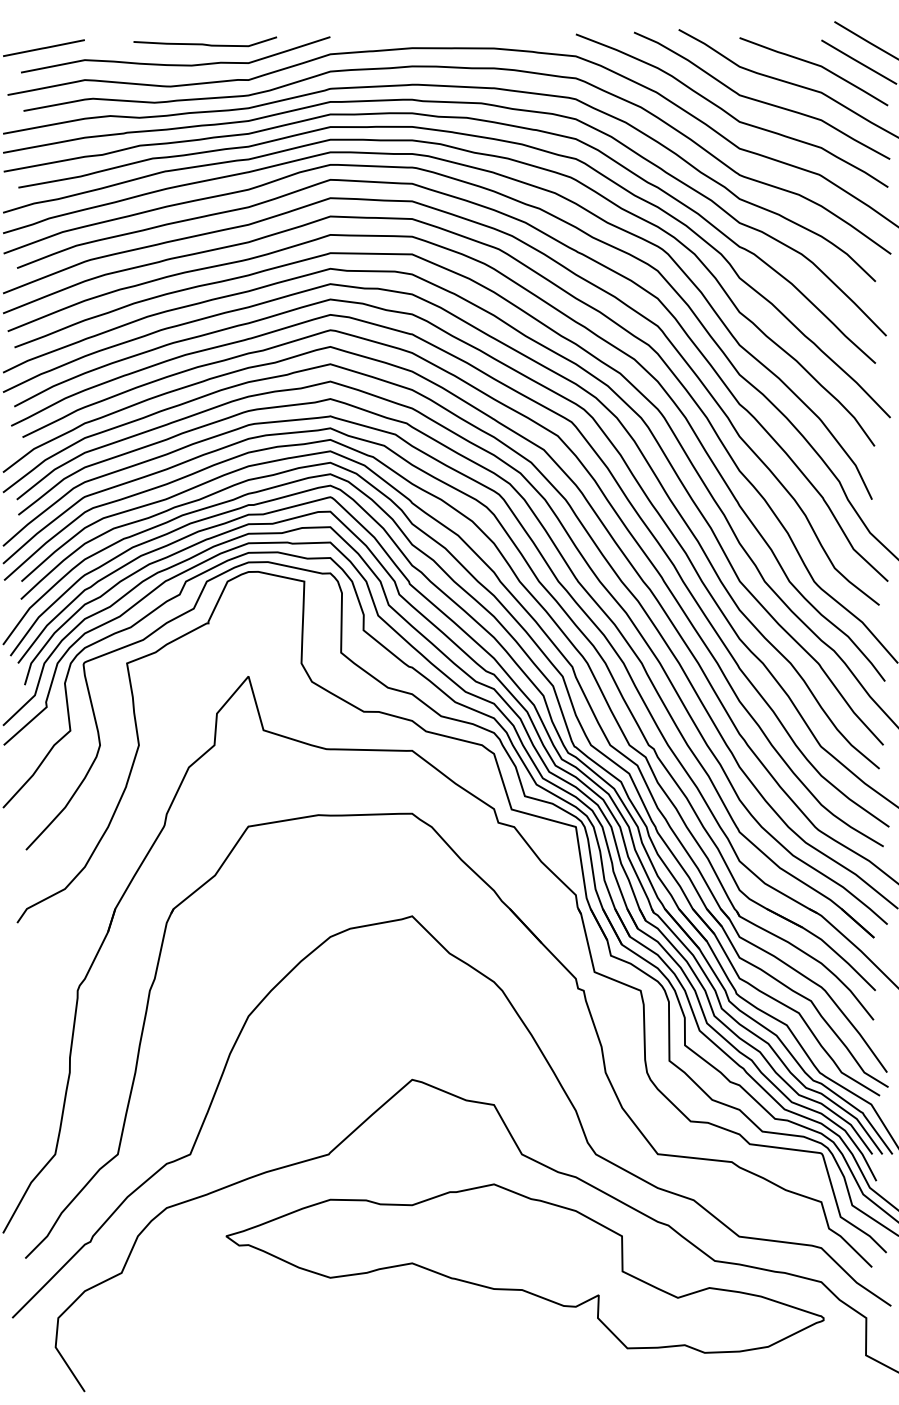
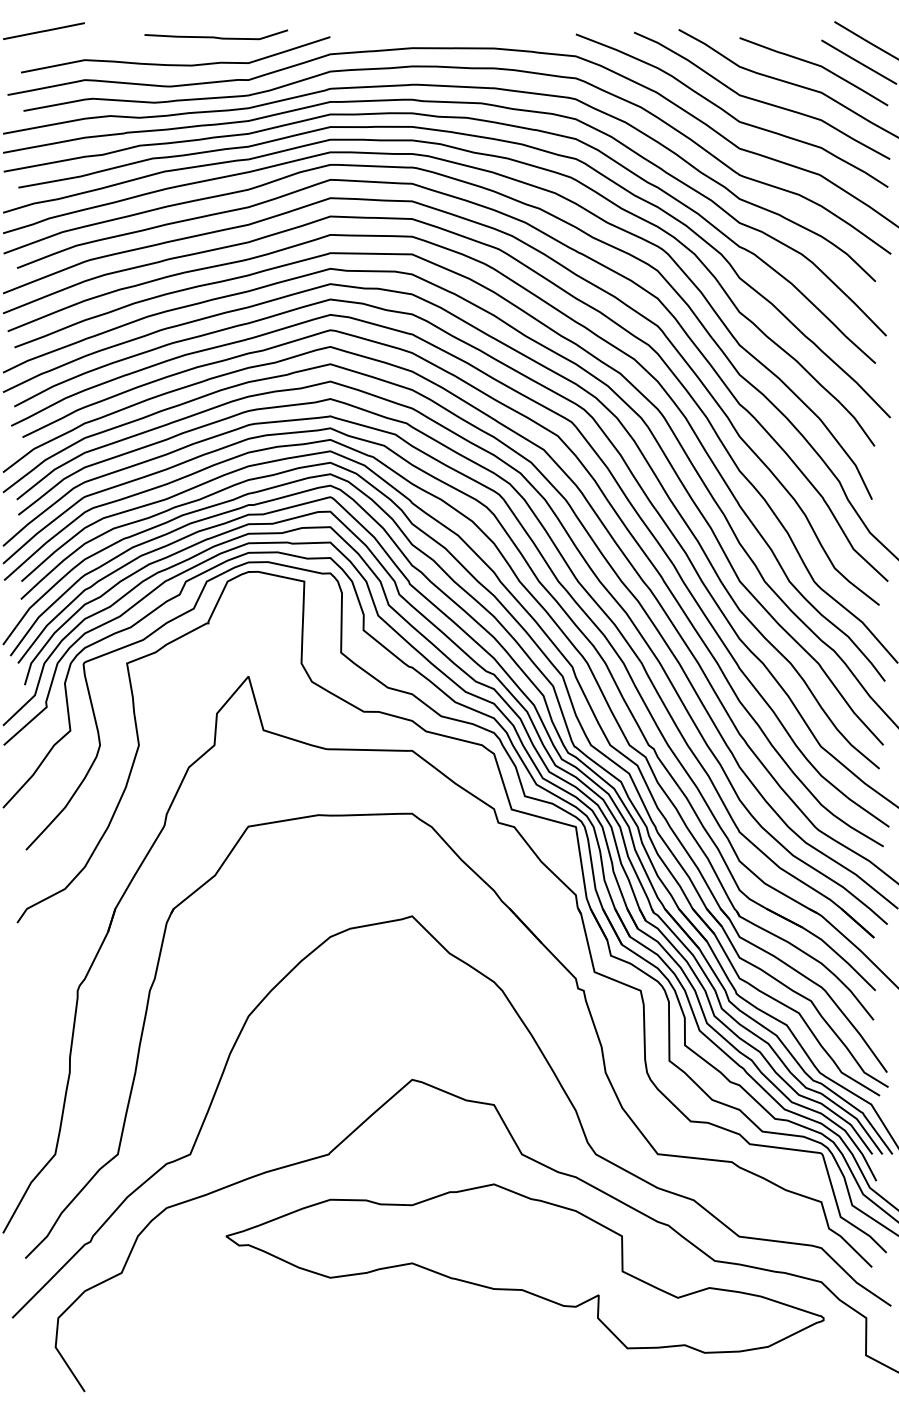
curve at (205, 43) position: (205, 43) -> (216, 36)
line at (43, 47) position: (43, 47) -> (43, 30)
